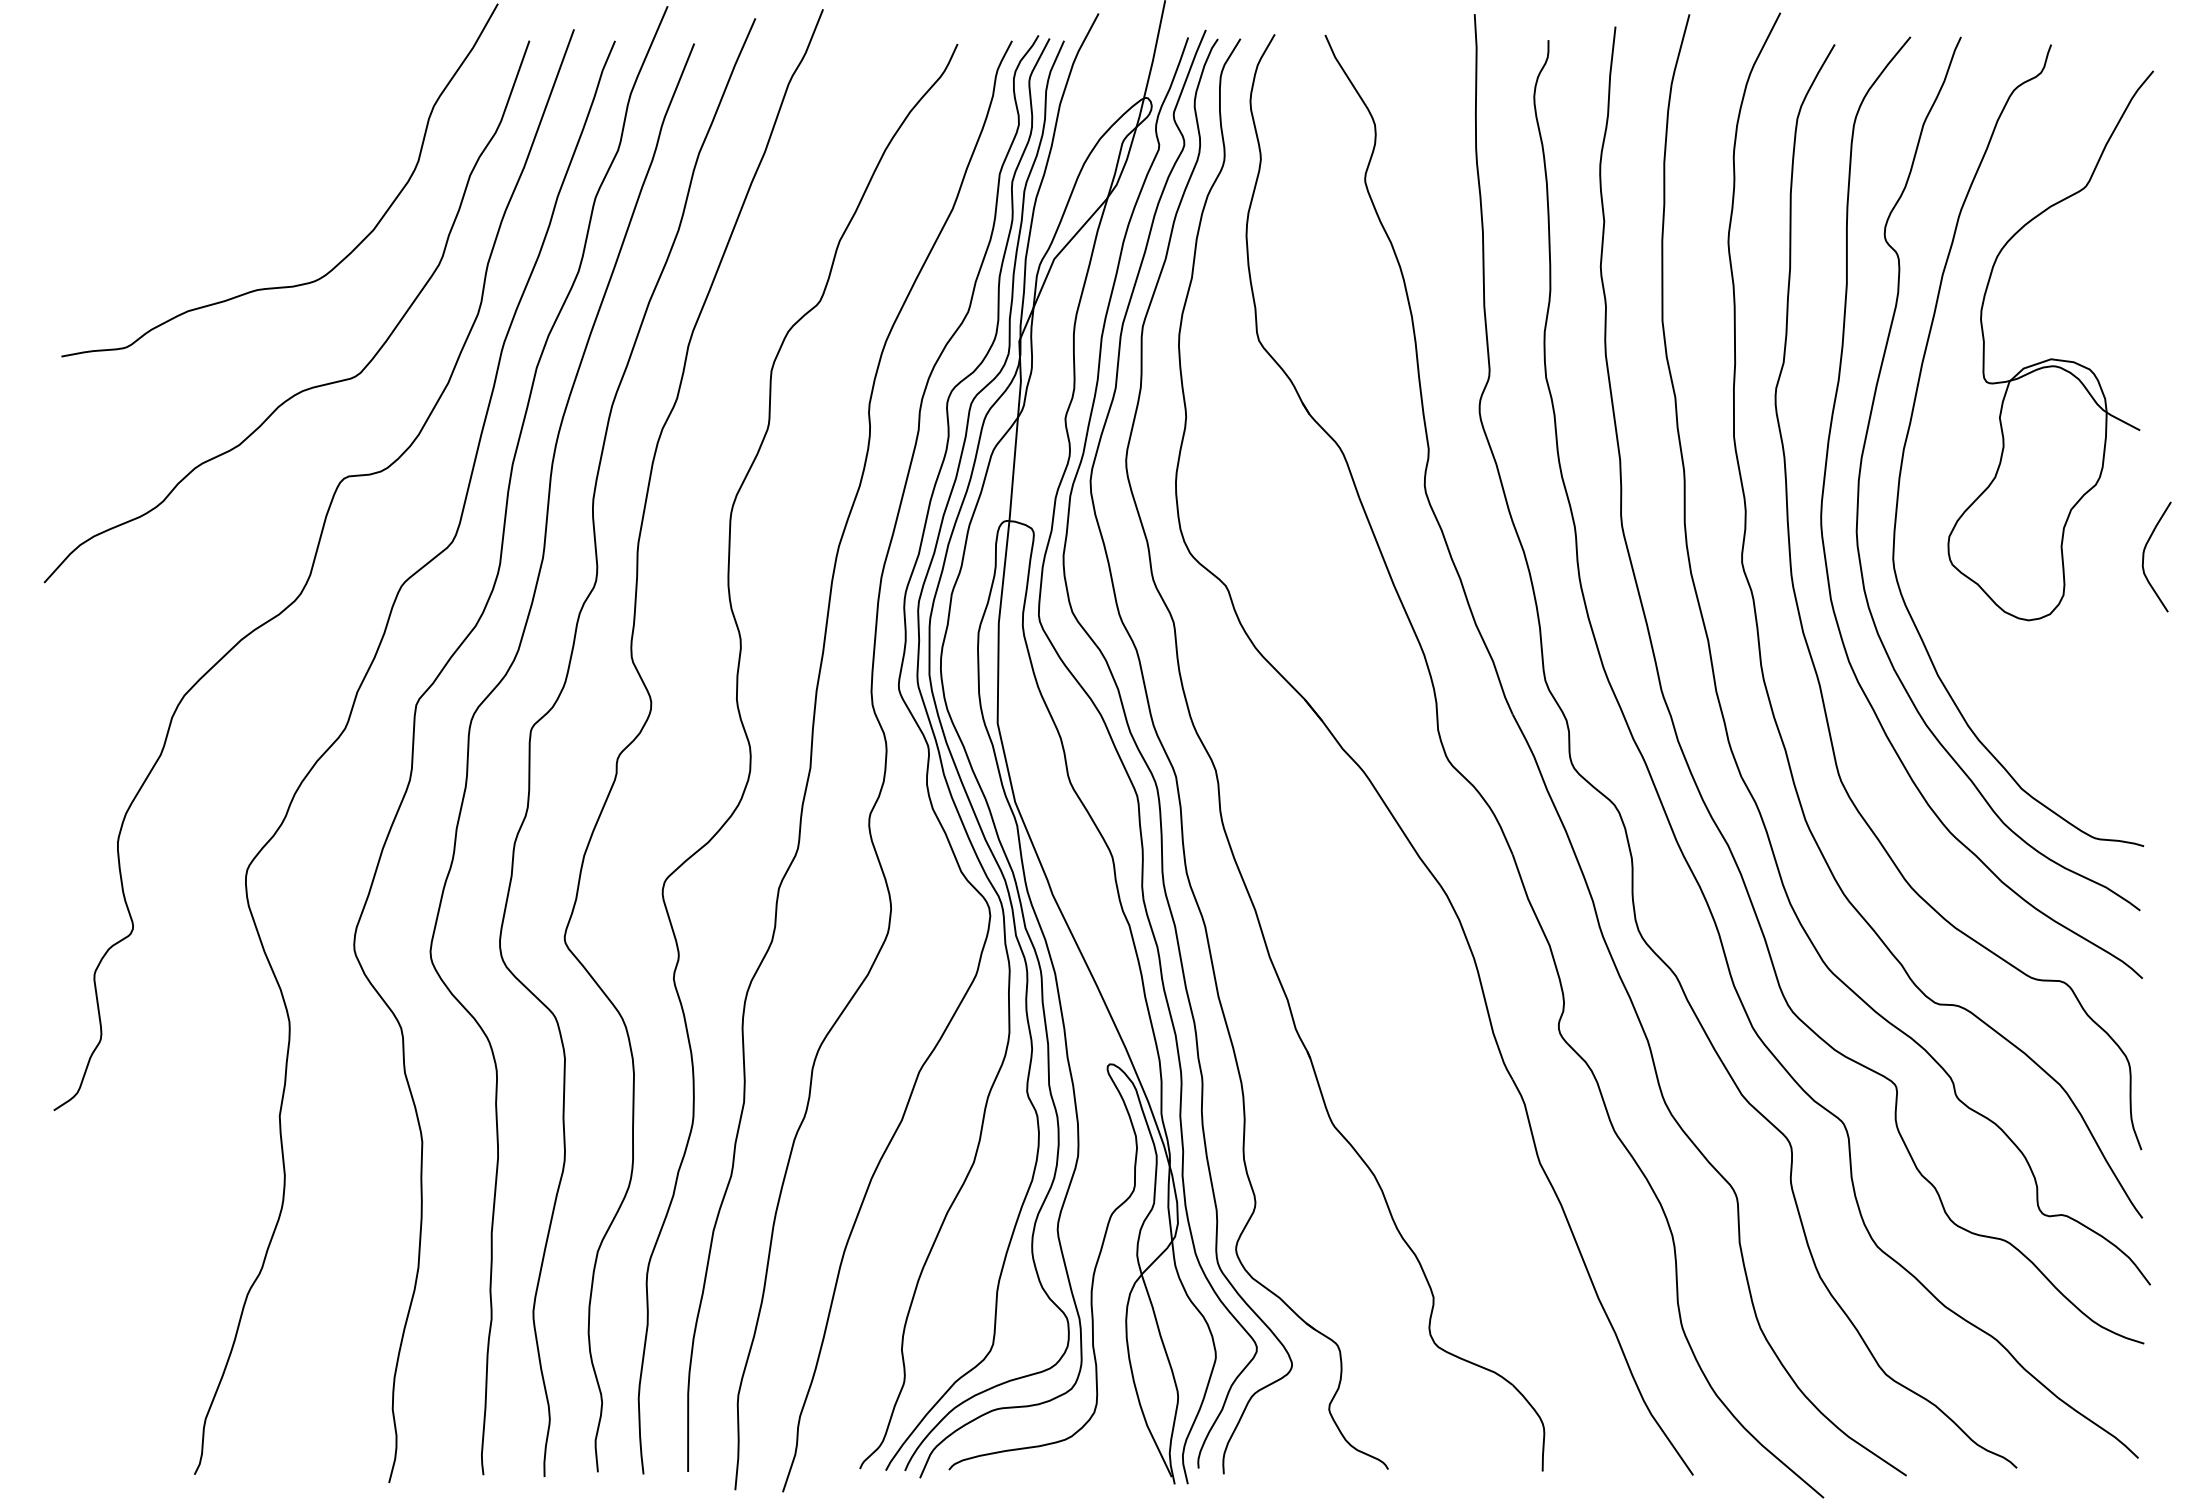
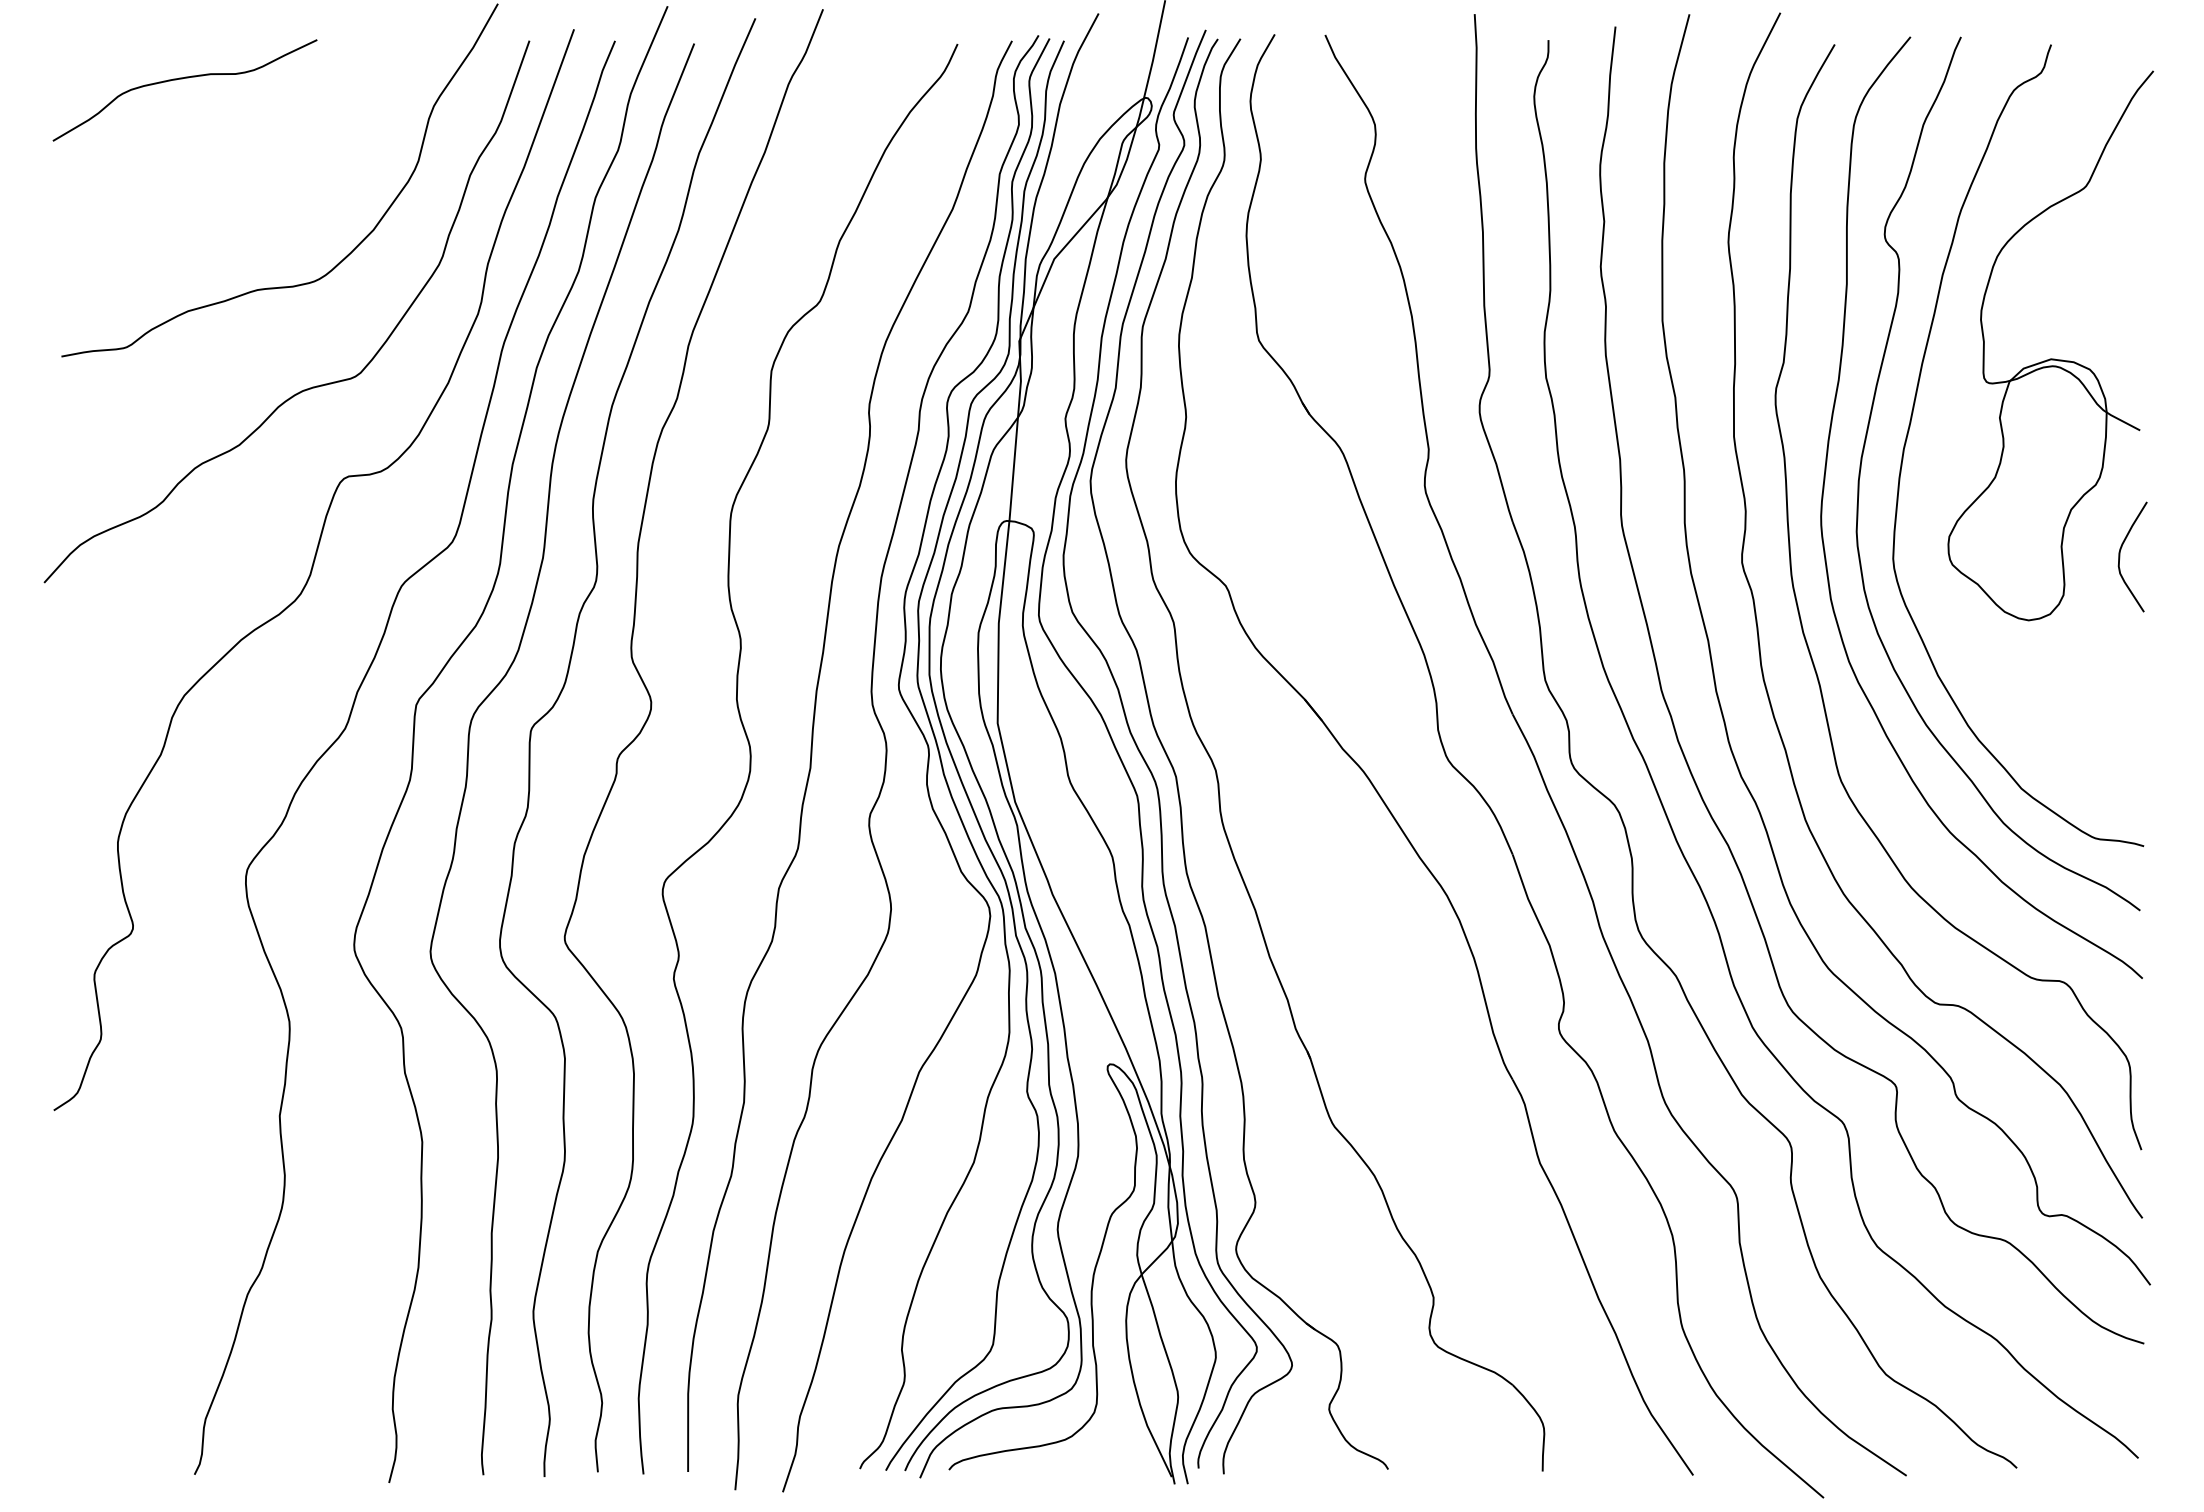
curve at (182, 79): none -> present
curve at (2144, 556) position: (2144, 556) -> (2120, 556)
